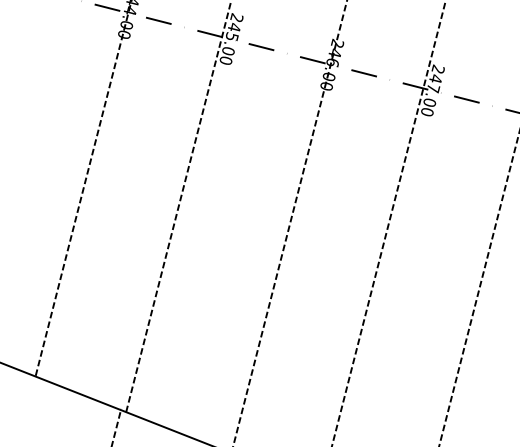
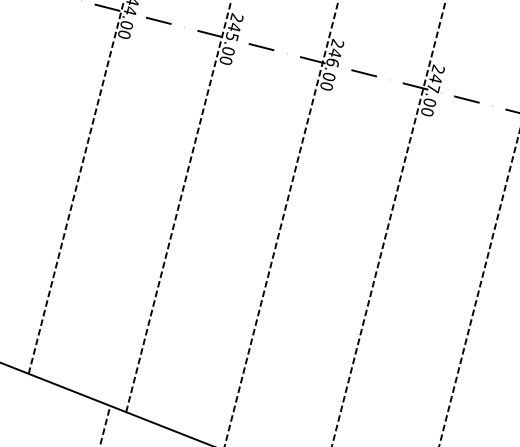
line at (83, 188) position: (83, 188) -> (75, 187)
line at (289, 222) position: (289, 222) -> (281, 222)
line at (116, 425) position: (116, 425) -> (105, 424)
